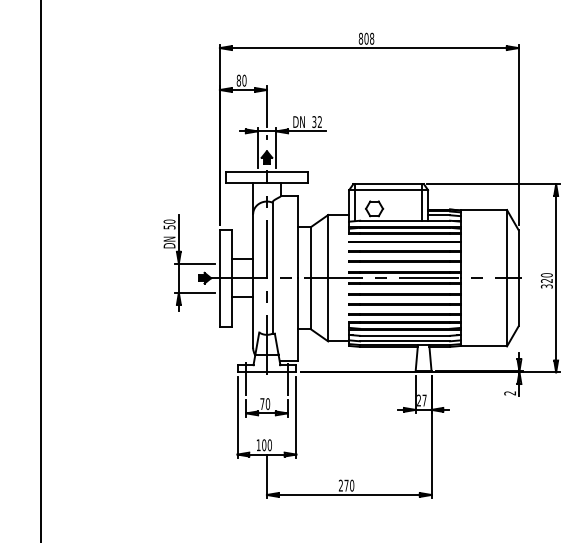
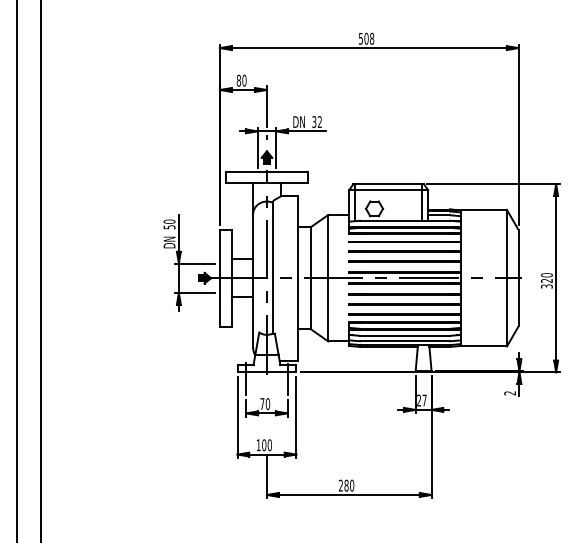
text at (360, 38): 808 -> 508
line at (17, 270): none -> present
text at (346, 485): 270 -> 280
